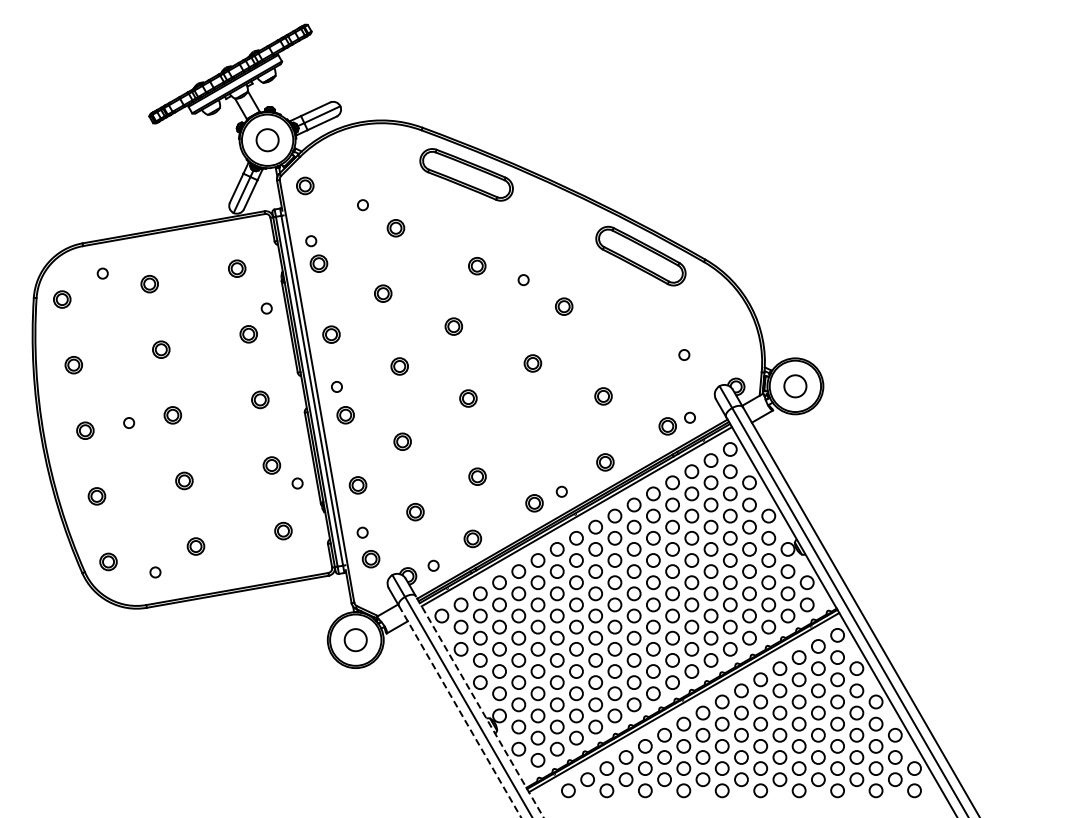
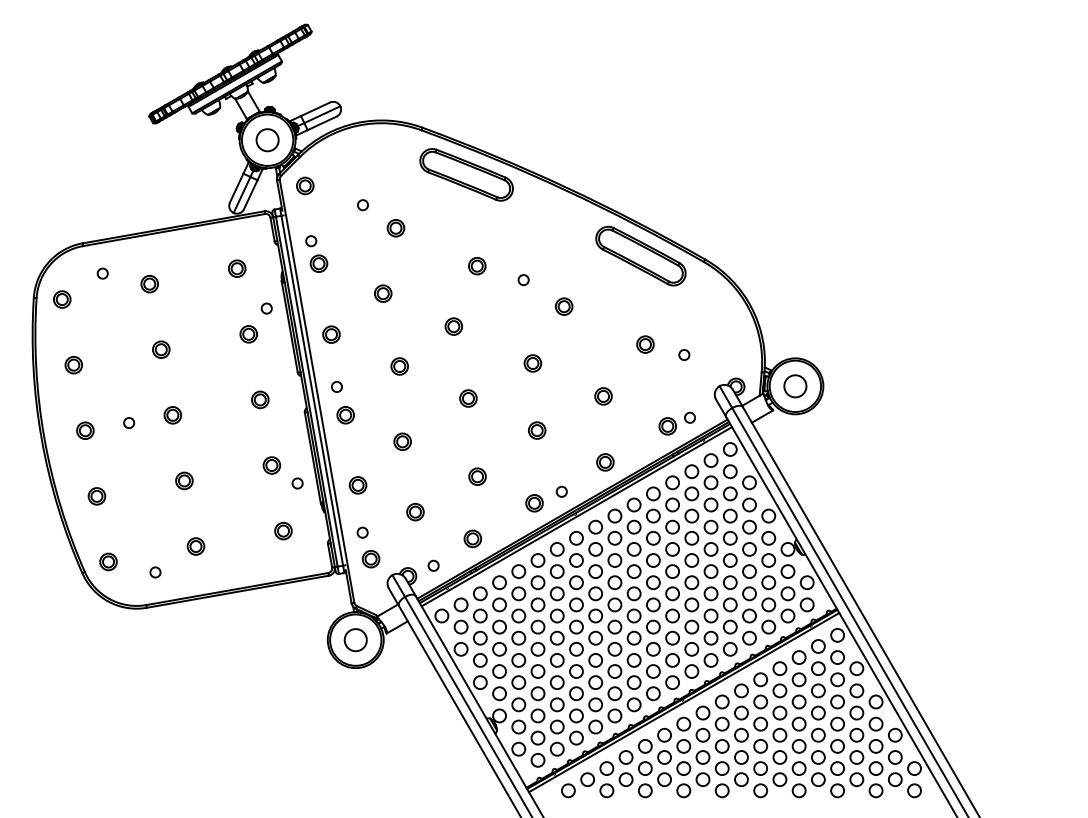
part at (645, 344): none -> present
part at (537, 430): none -> present
line at (479, 706): dashed -> solid
line at (460, 712): dashed -> solid
